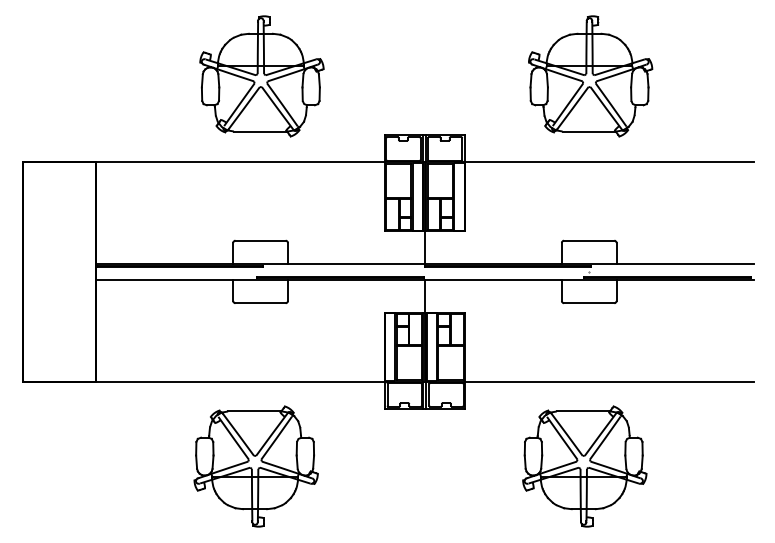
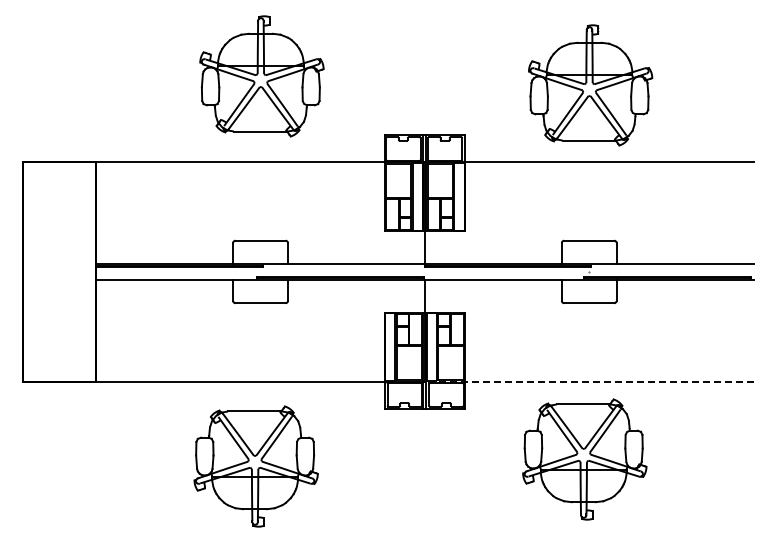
part at (590, 76) position: (590, 76) -> (590, 85)
line at (588, 381): solid -> dashed
part at (584, 466) position: (584, 466) -> (584, 459)
